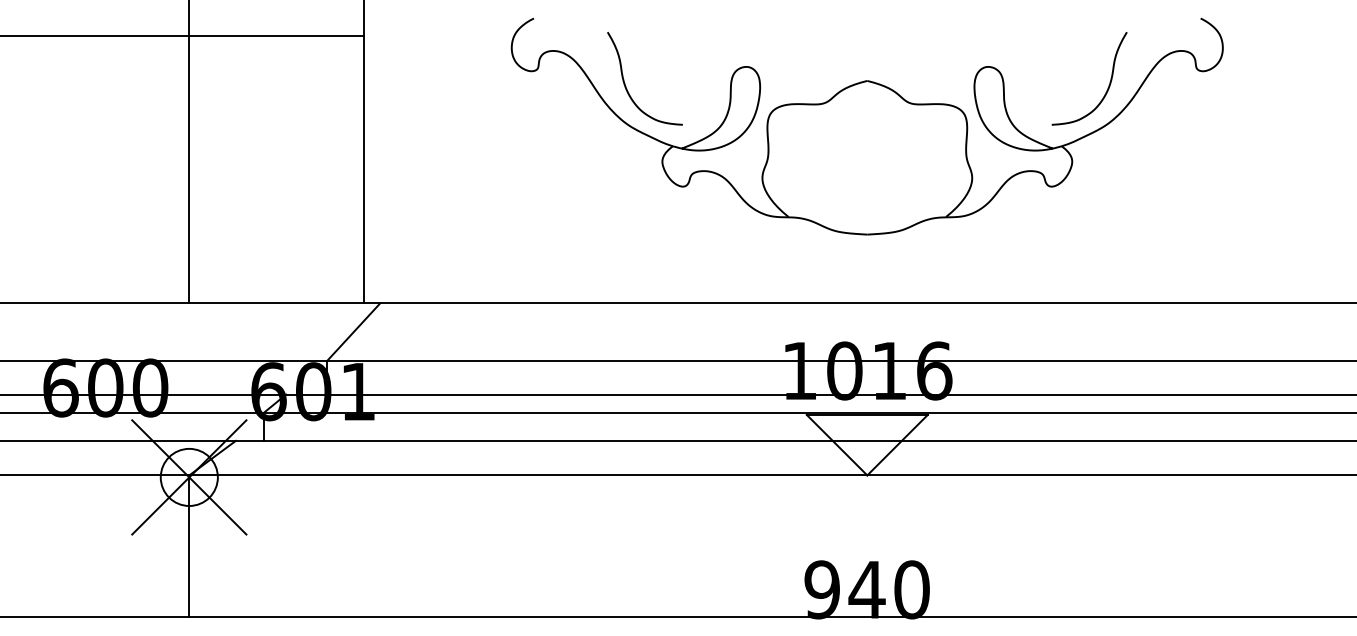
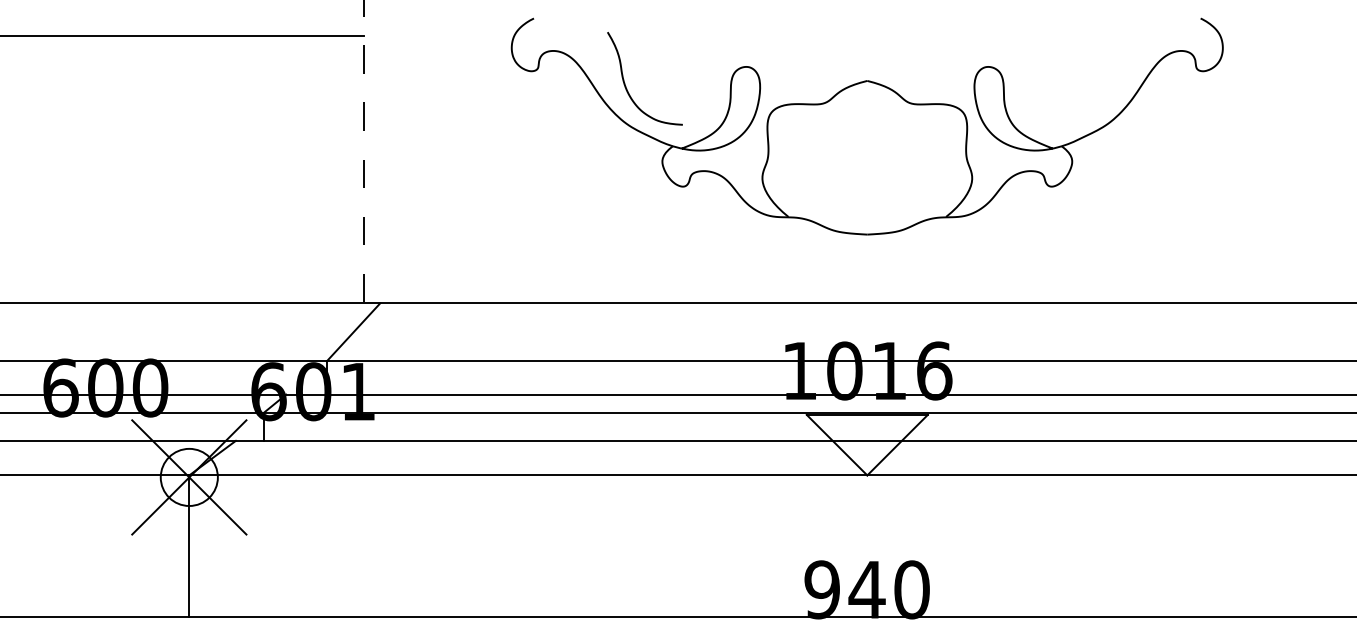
curve at (1108, 85): present -> none
line at (363, 151): solid -> dashed
line at (189, 152): present -> none
